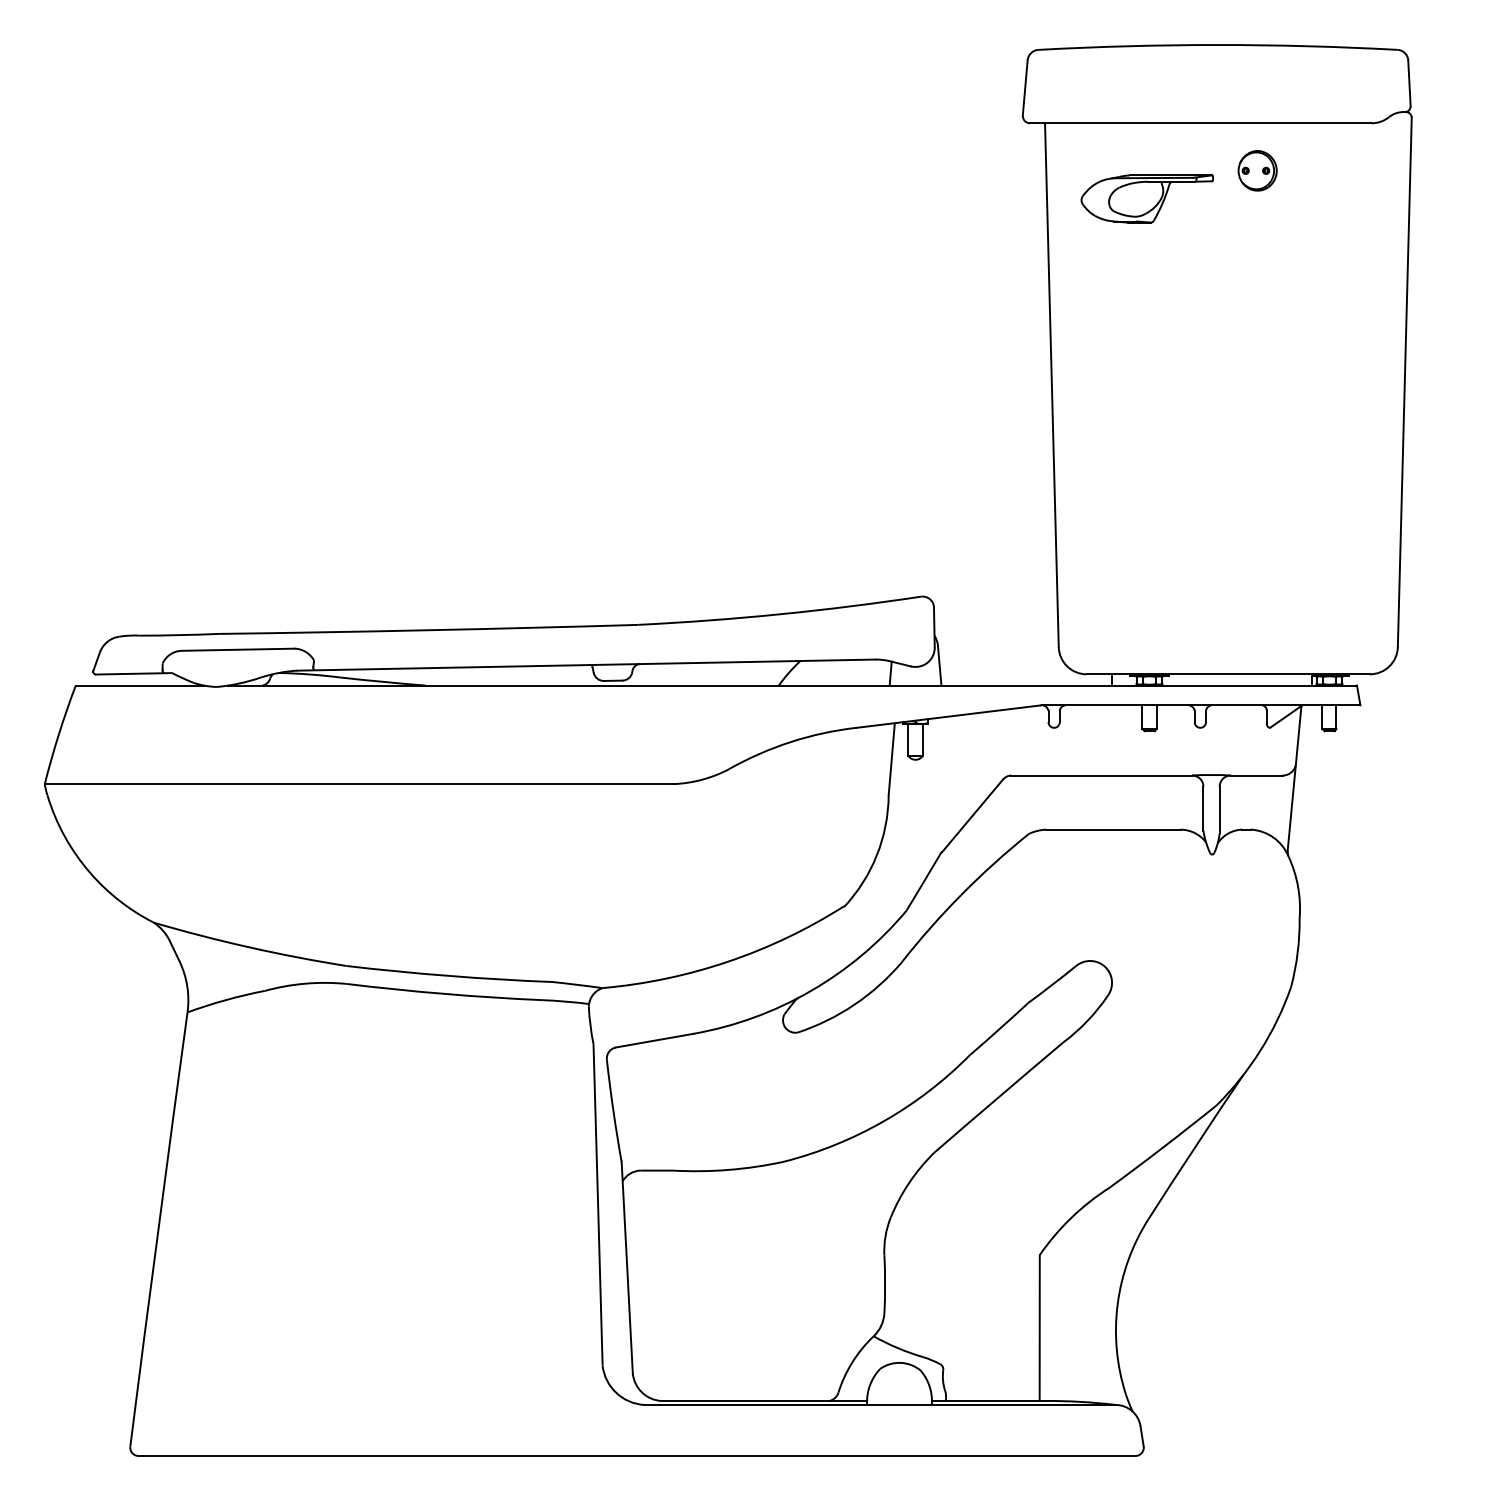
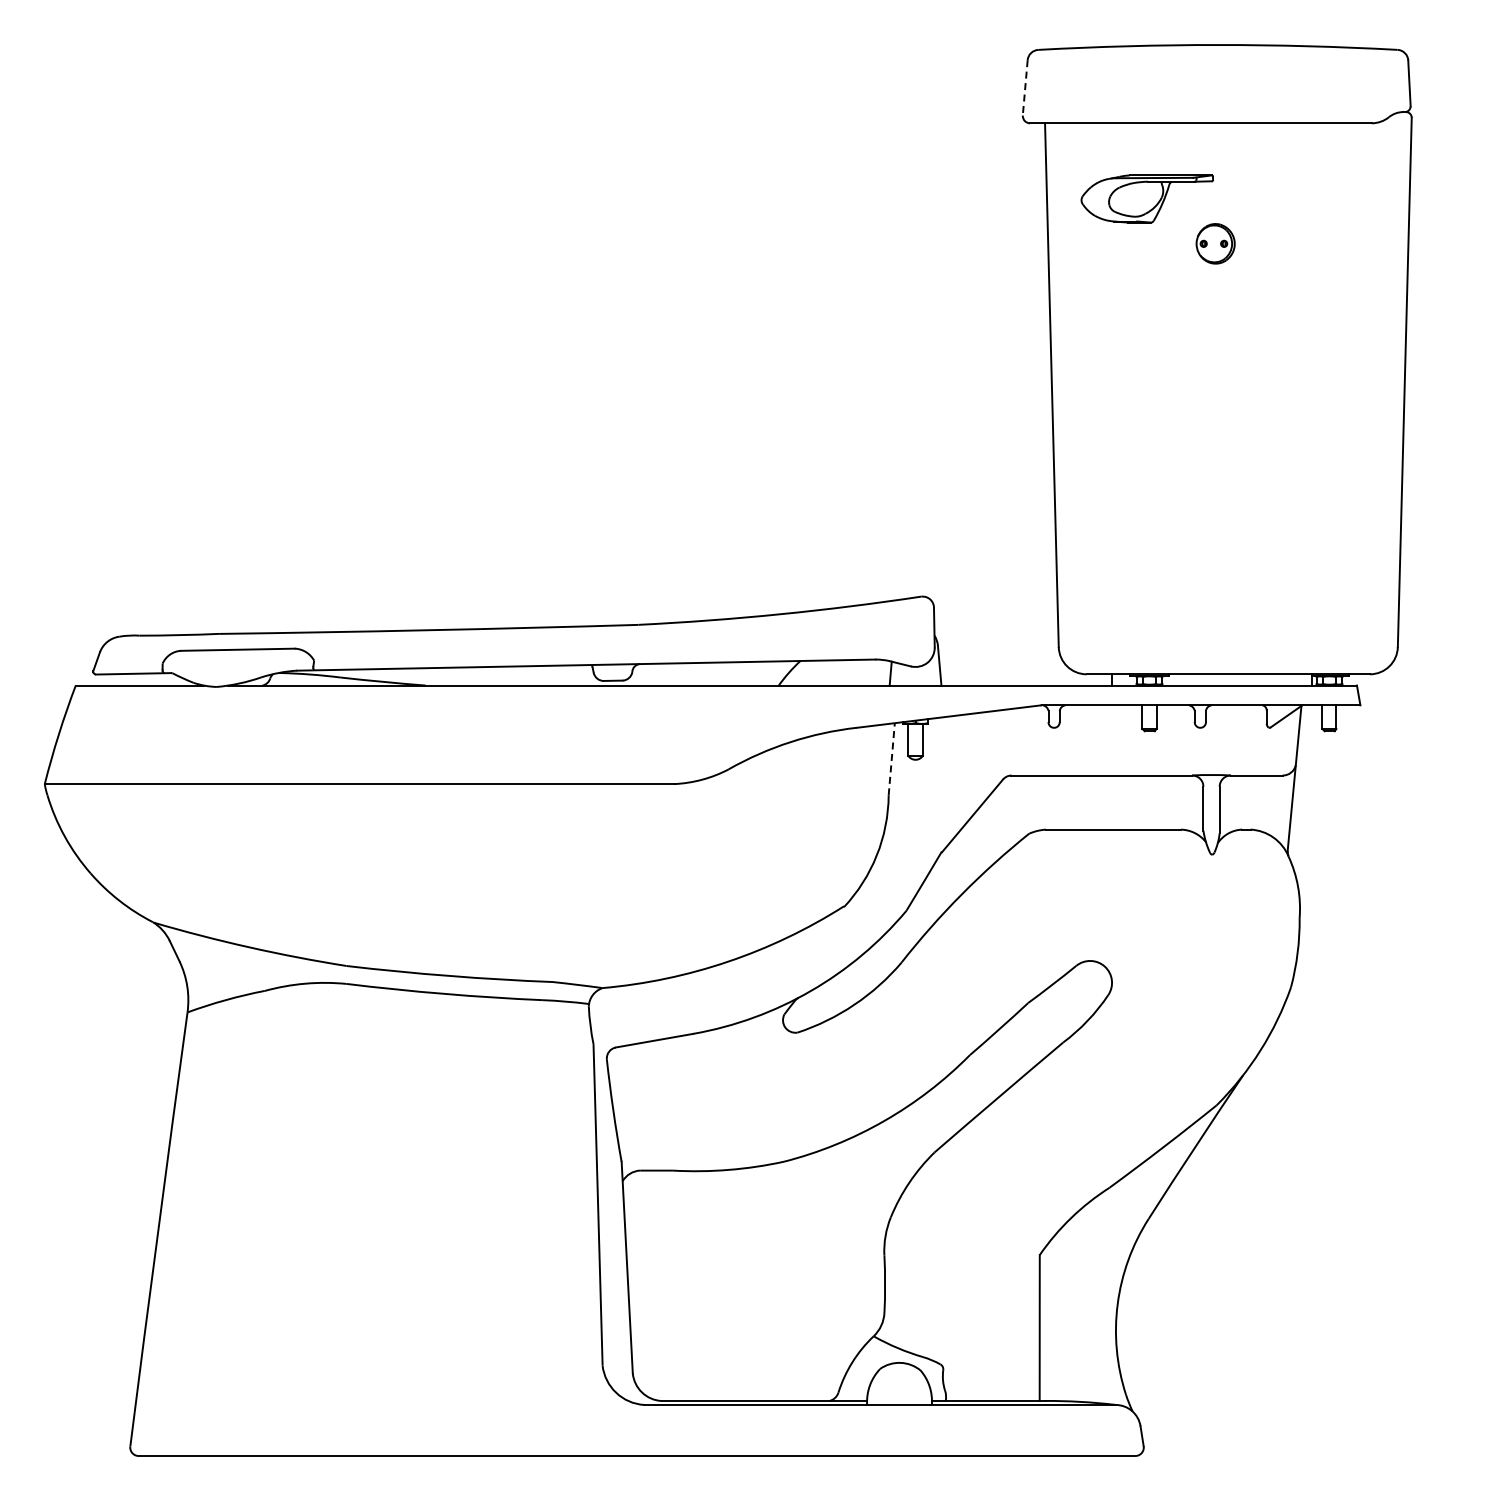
line at (1025, 87): solid -> dashed
part at (1257, 170) position: (1257, 170) -> (1215, 243)
line at (891, 758): solid -> dashed
